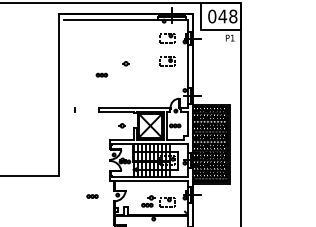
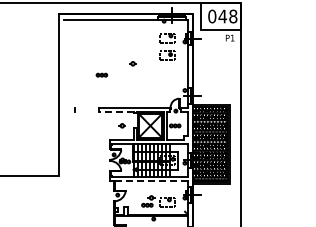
part at (167, 61) position: (167, 61) -> (167, 55)
part at (125, 63) position: (125, 63) -> (132, 63)
line at (116, 112): solid -> dashed
line at (151, 181): solid -> dashed
part at (92, 196): present -> none
